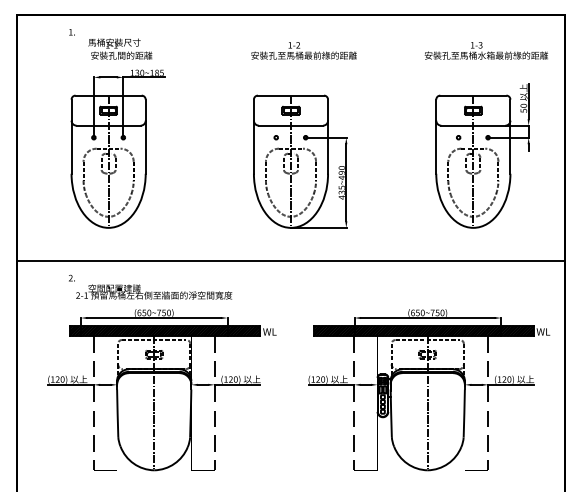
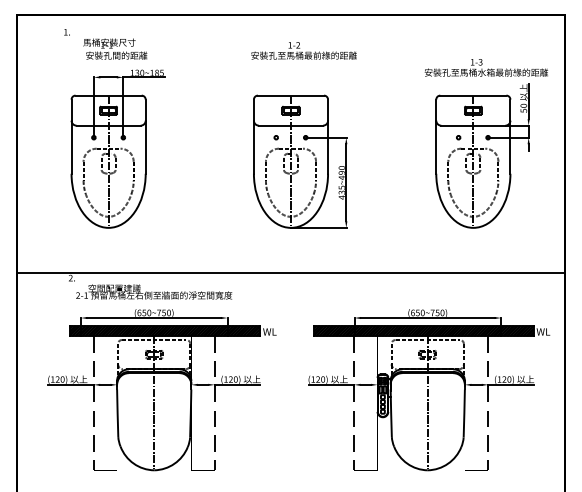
text at (110, 44) position: (110, 44) -> (105, 44)
text at (485, 50) position: (485, 50) -> (485, 67)
line at (290, 260) position: (290, 260) -> (290, 272)
